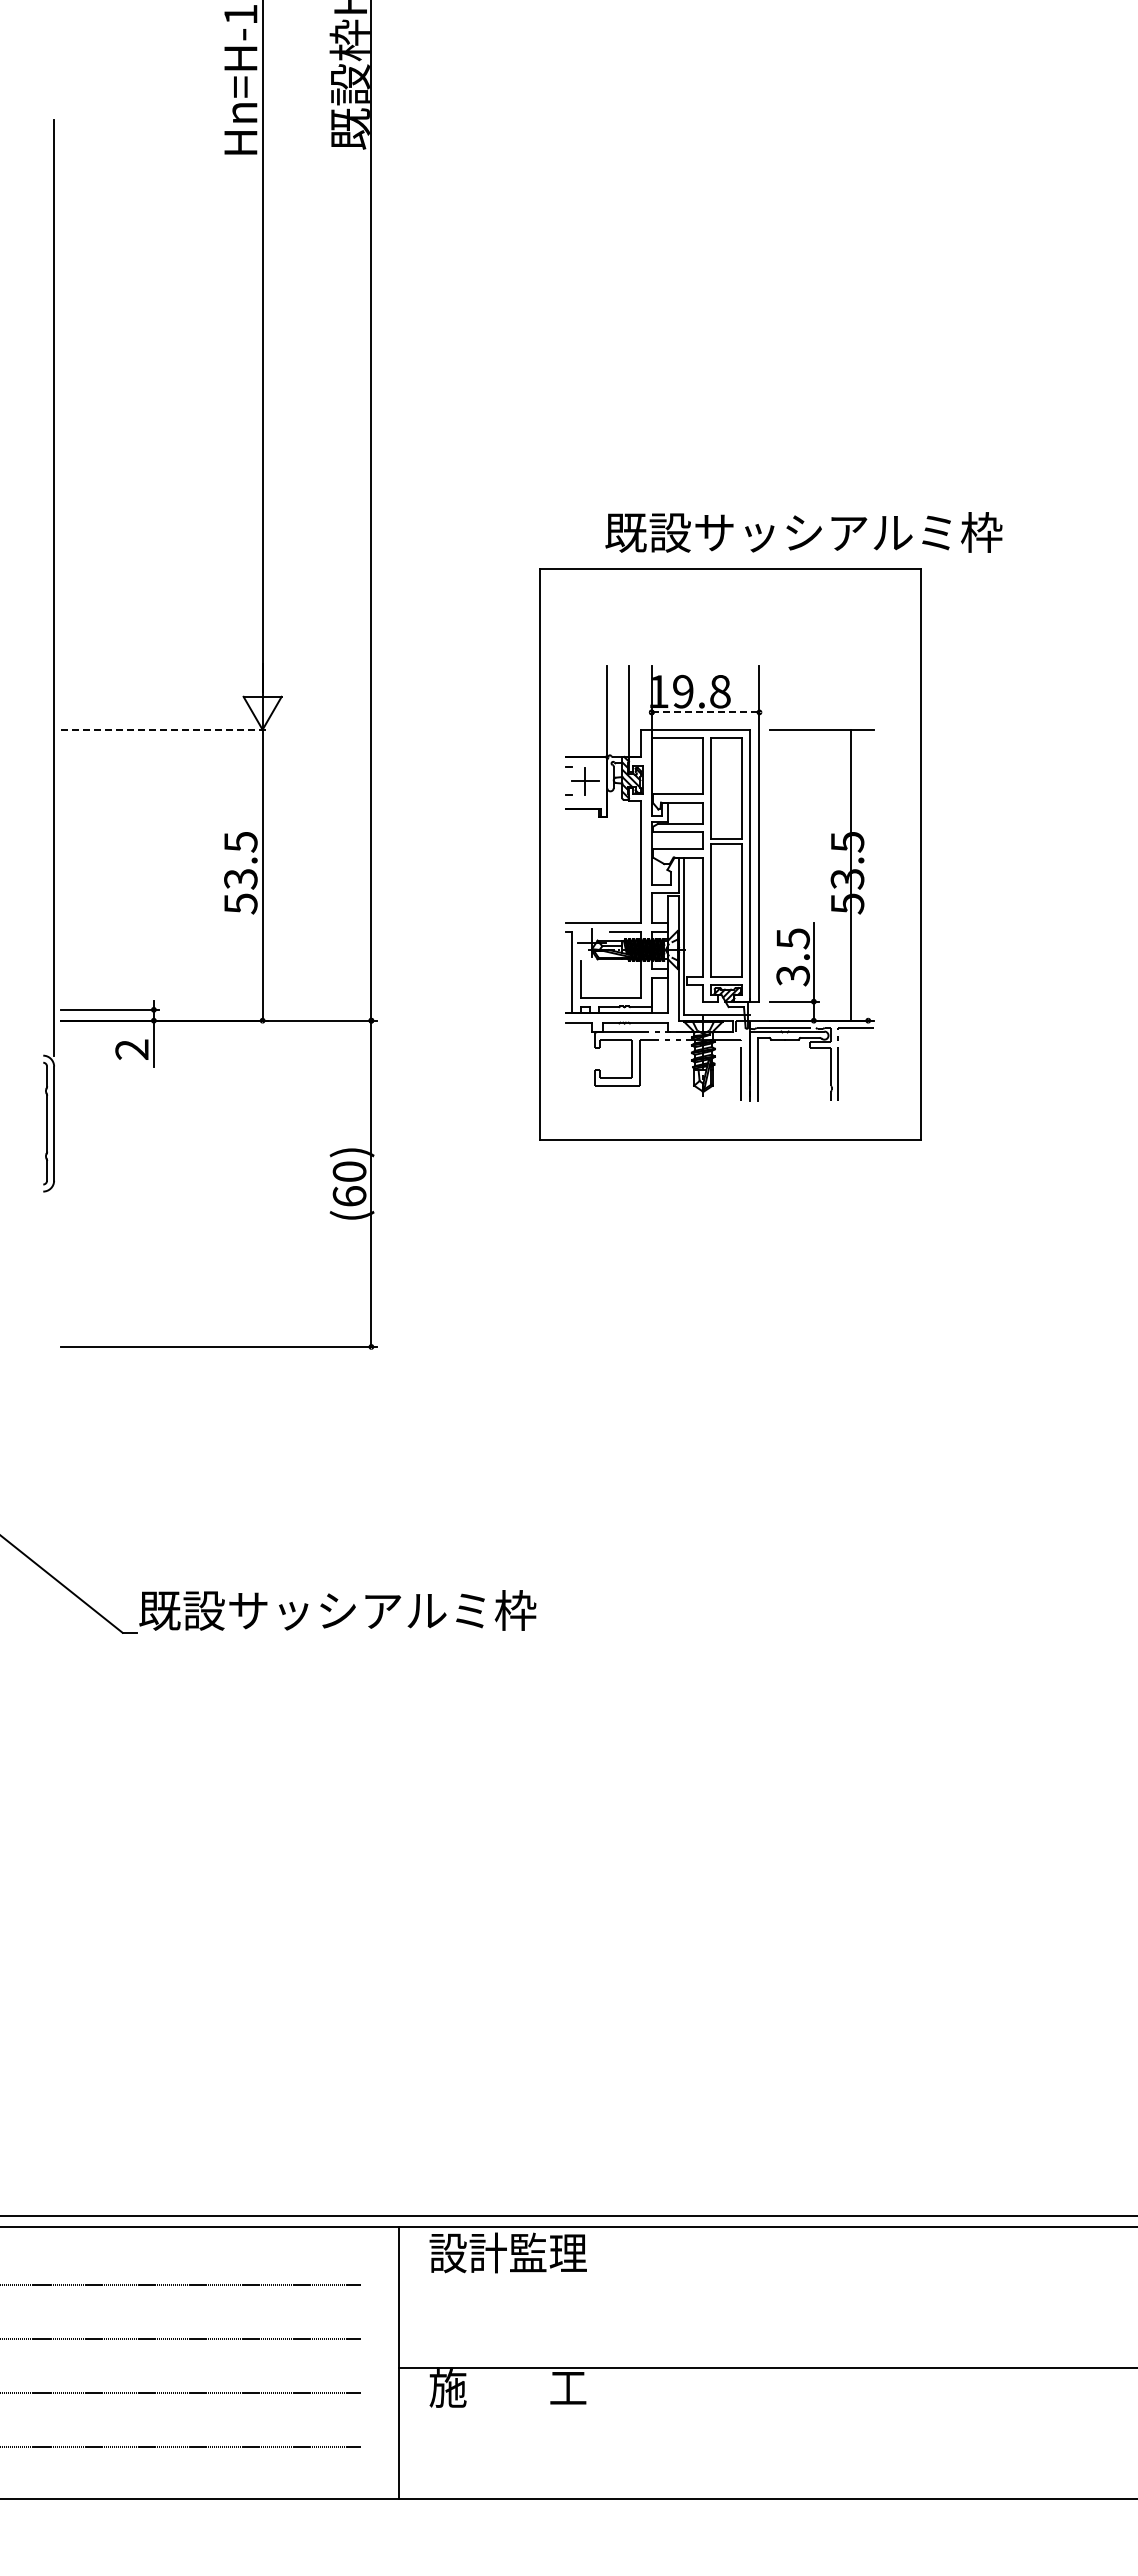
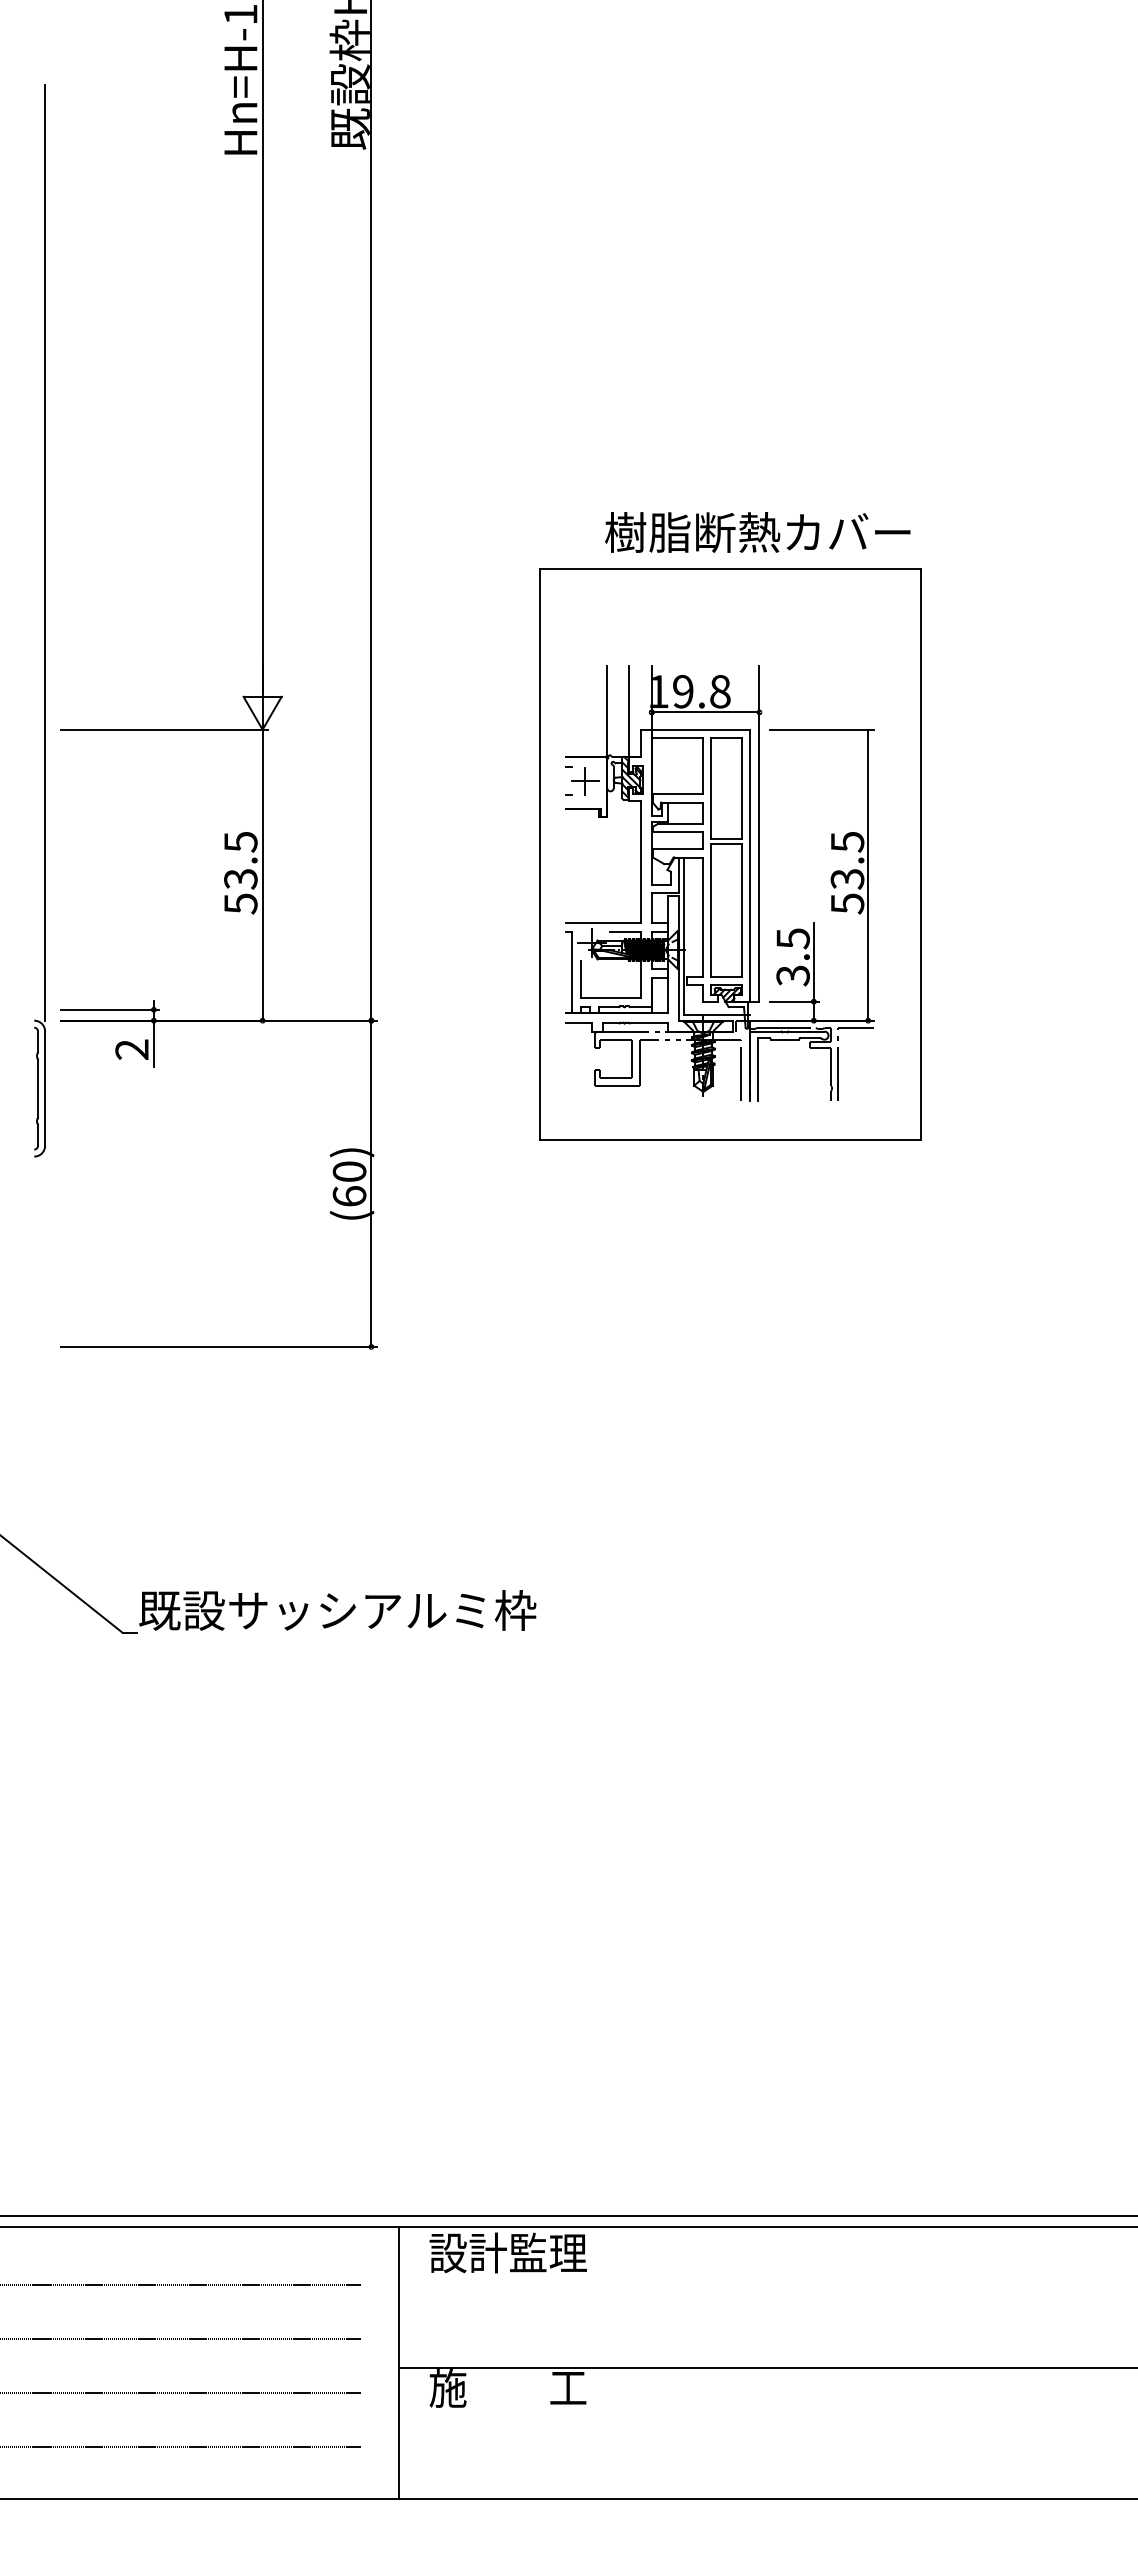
text at (803, 532): 既設サッシアルミ枠 -> 樹脂断熱カバー
part at (48, 655) position: (48, 655) -> (39, 620)
line at (705, 712): dashed -> solid
line at (165, 729): dashed -> solid
line at (851, 874) position: (851, 874) -> (868, 874)
